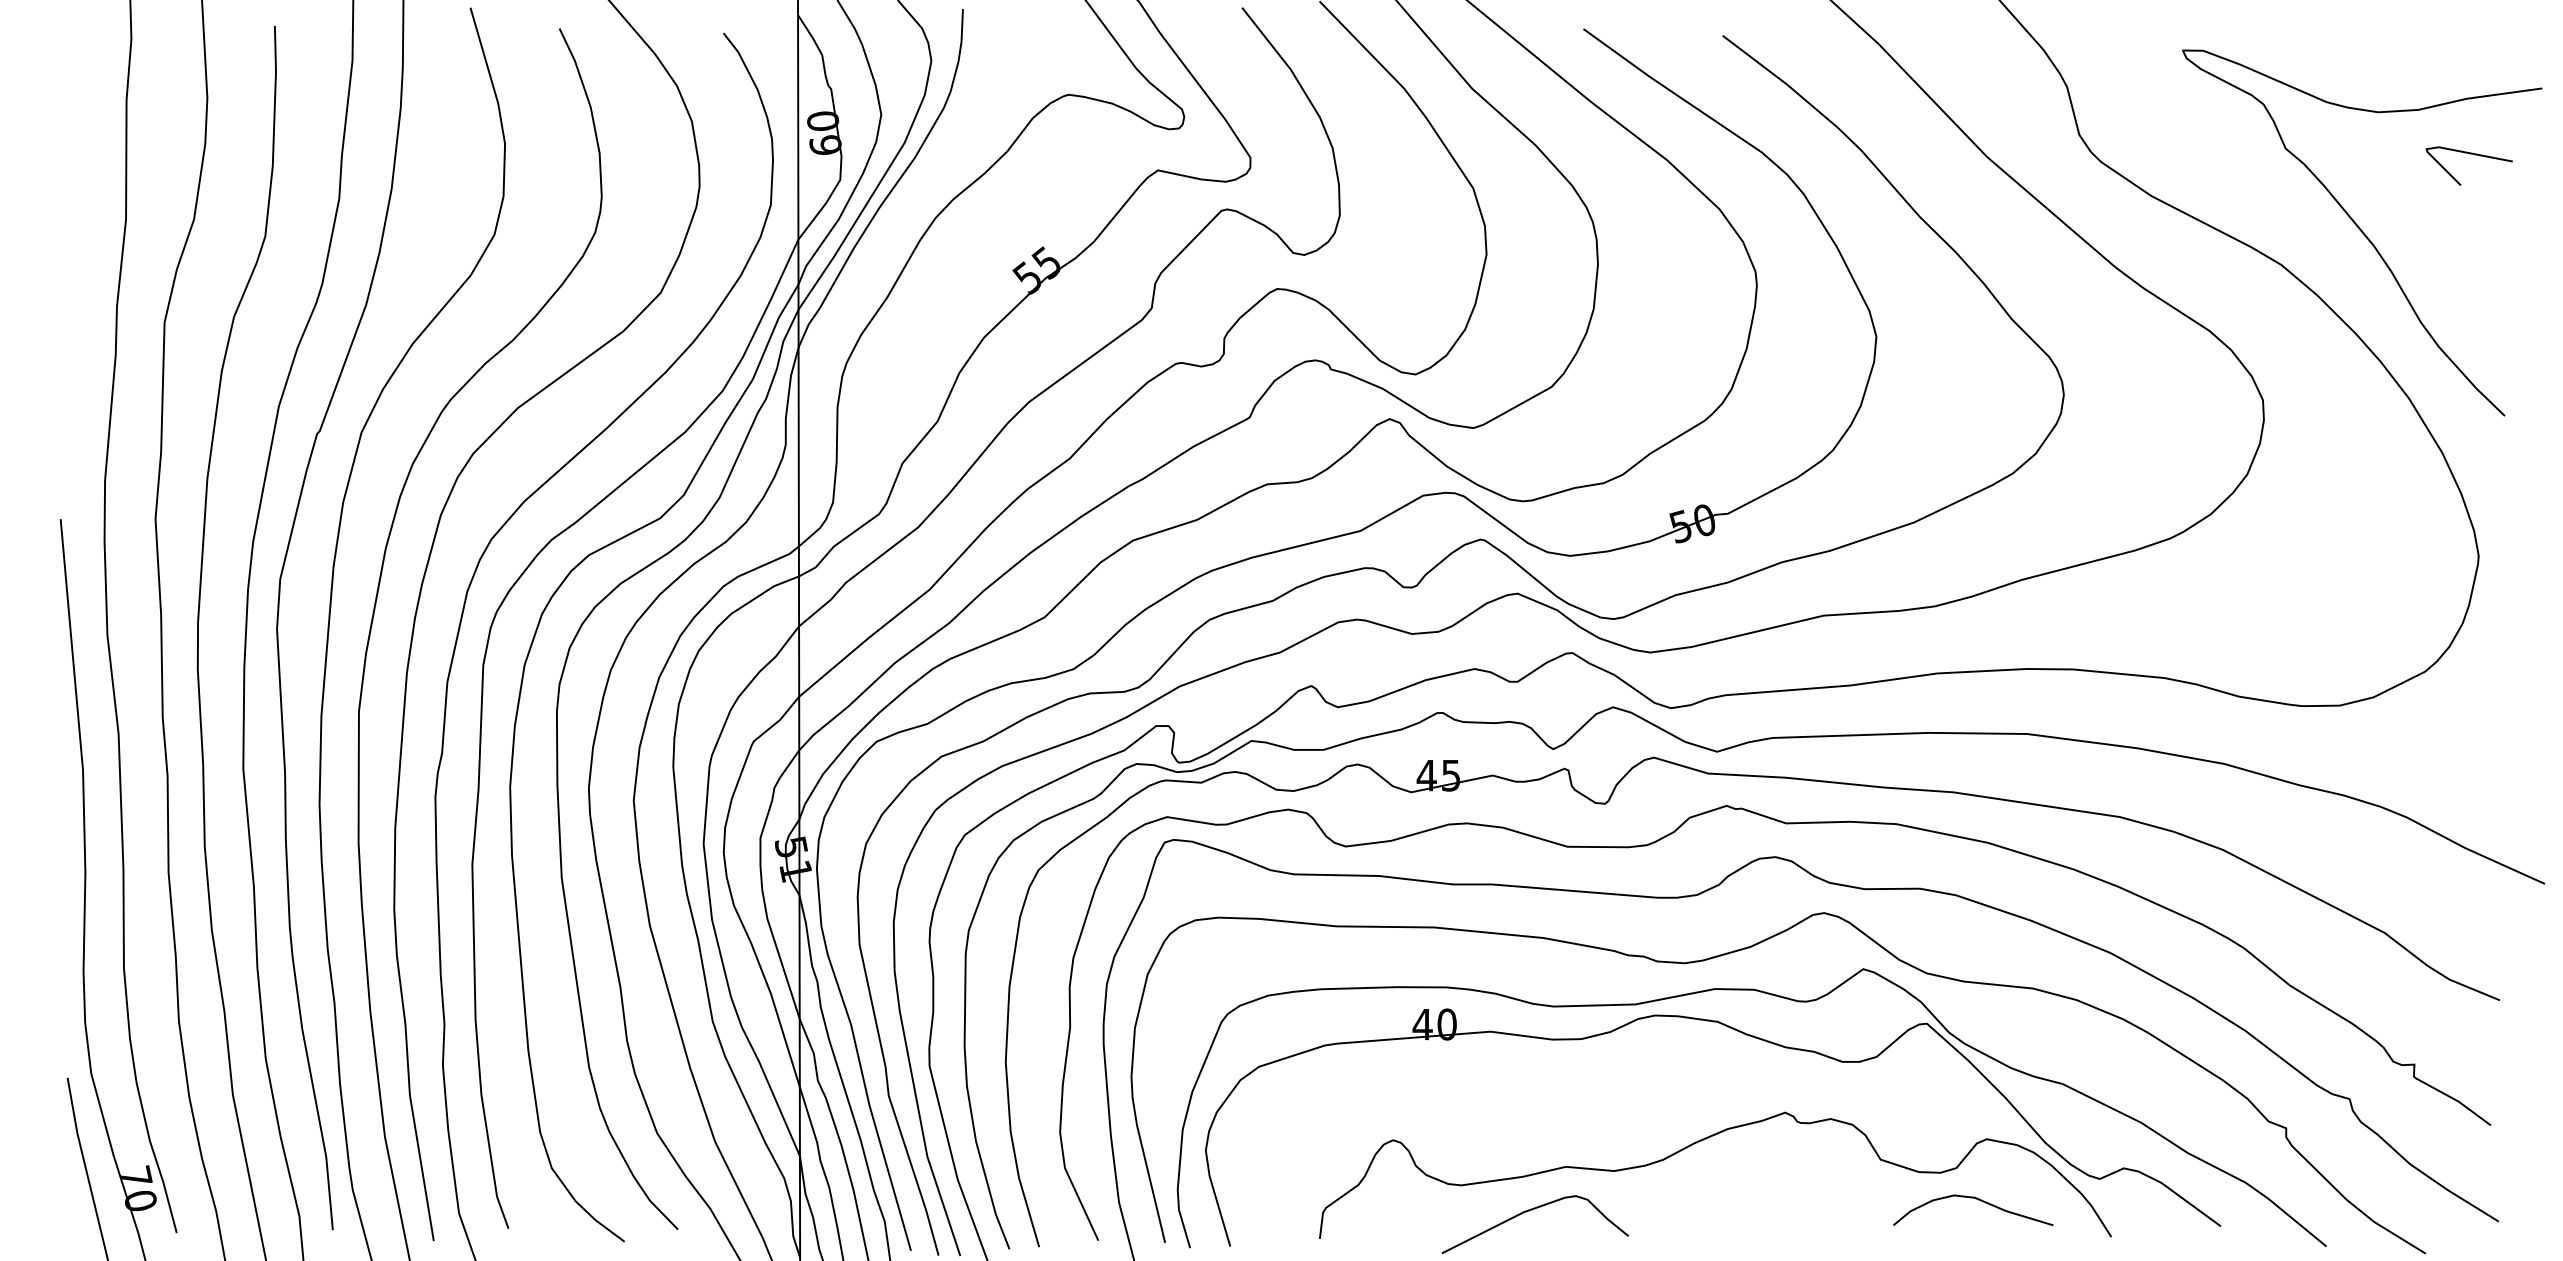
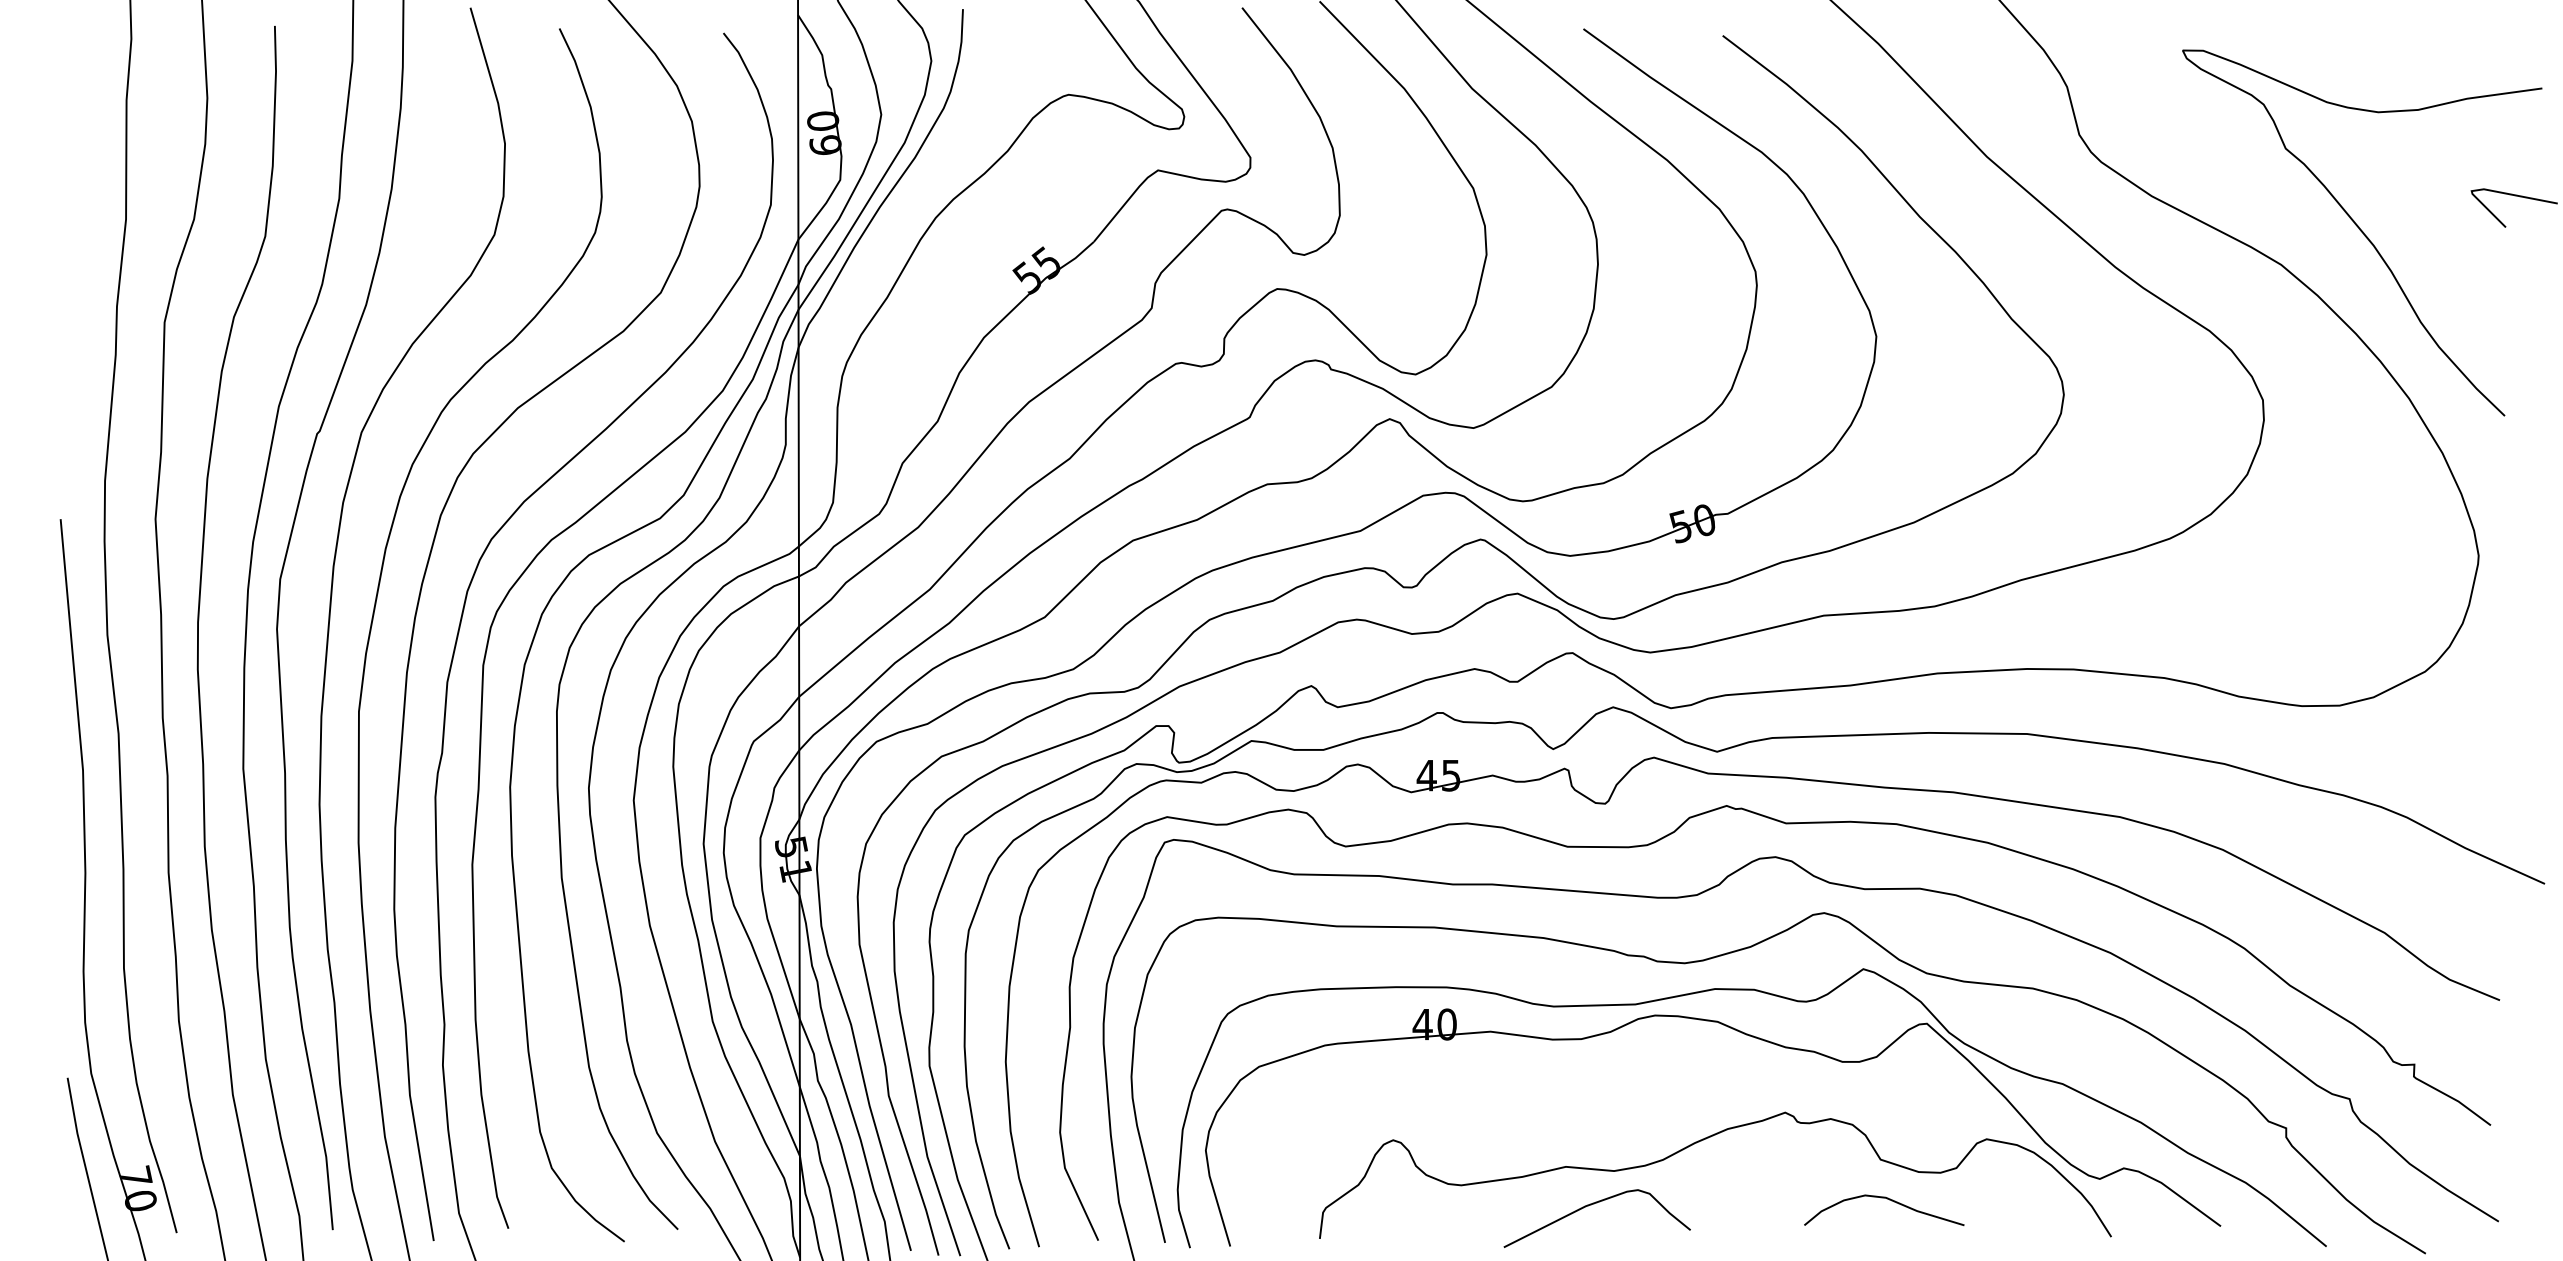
line at (2469, 154) position: (2469, 154) -> (2514, 196)
curve at (1978, 1200) position: (1978, 1200) -> (1889, 1200)
curve at (1529, 1211) position: (1529, 1211) -> (1591, 1205)
